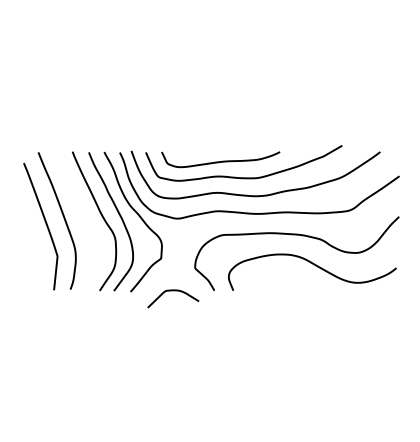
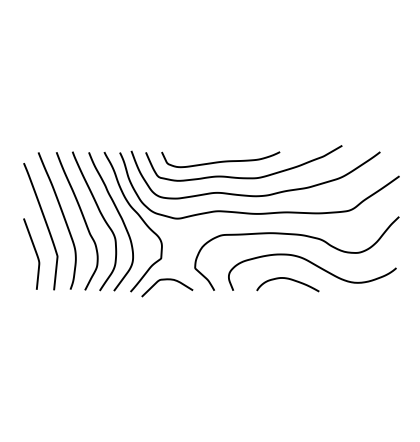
curve at (83, 220): none -> present
curve at (34, 251): none -> present
curve at (287, 279): none -> present
curve at (173, 291) position: (173, 291) -> (167, 280)
